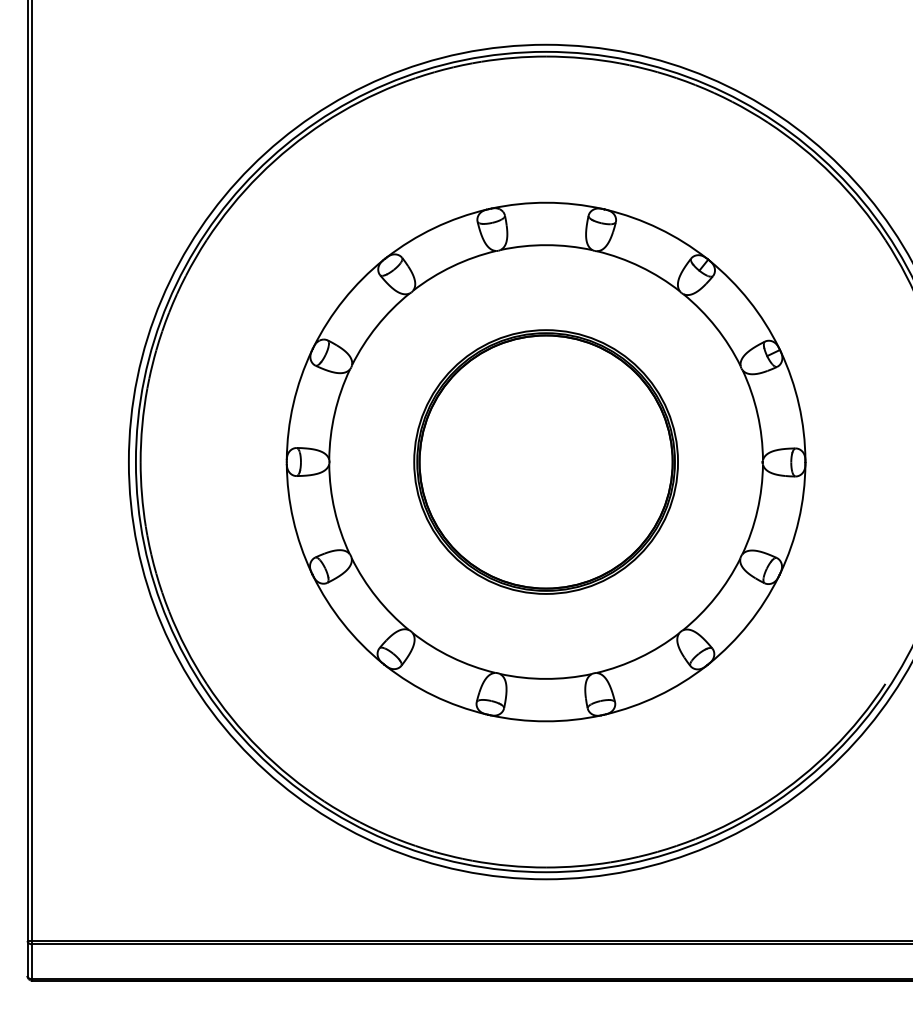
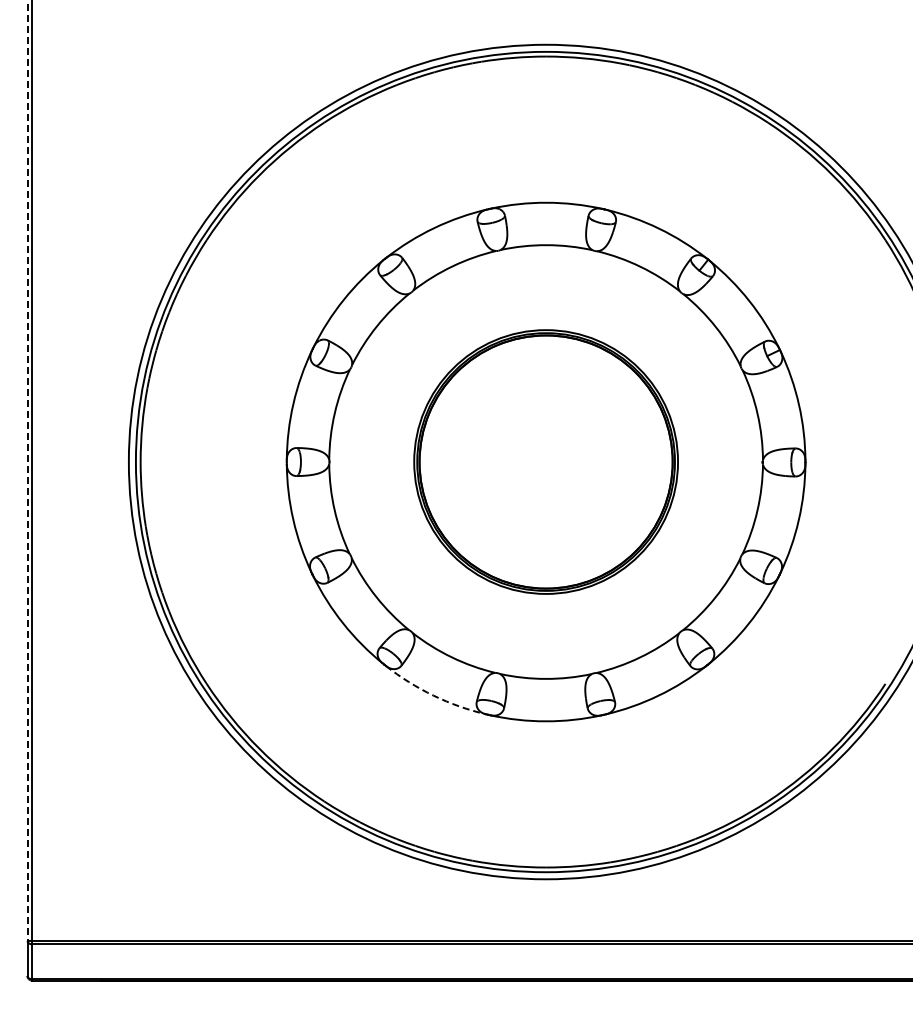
line at (27, 471): solid -> dashed
arc at (433, 695): solid -> dashed
